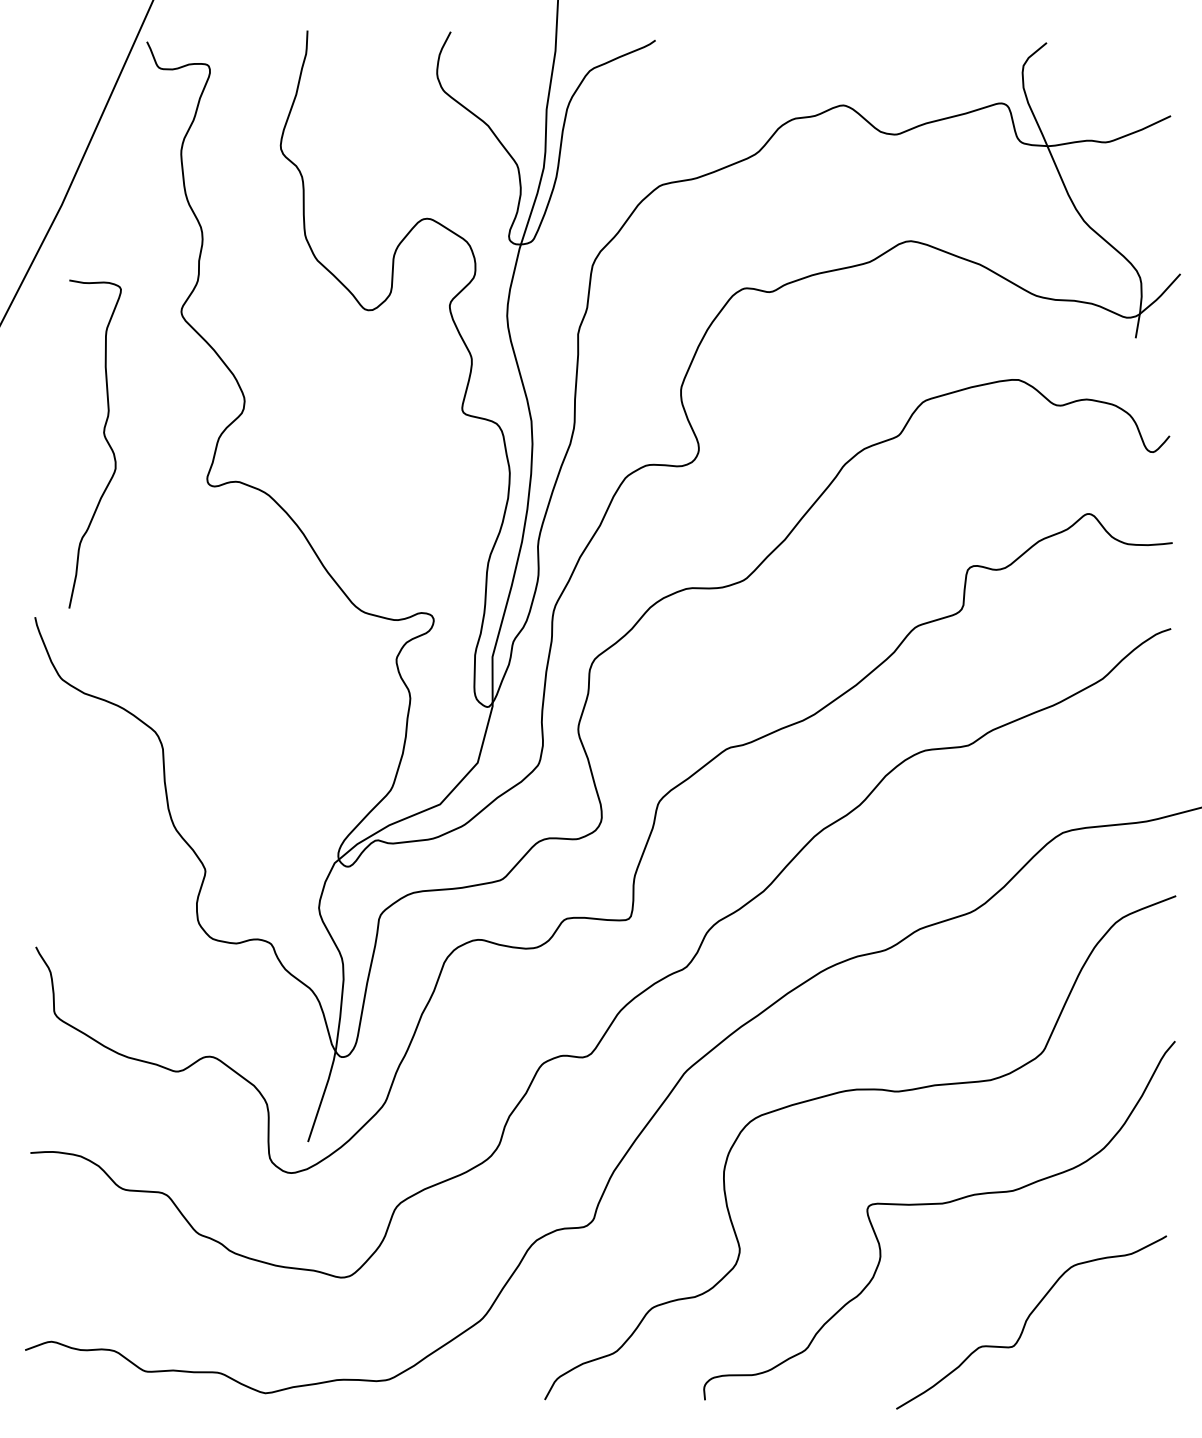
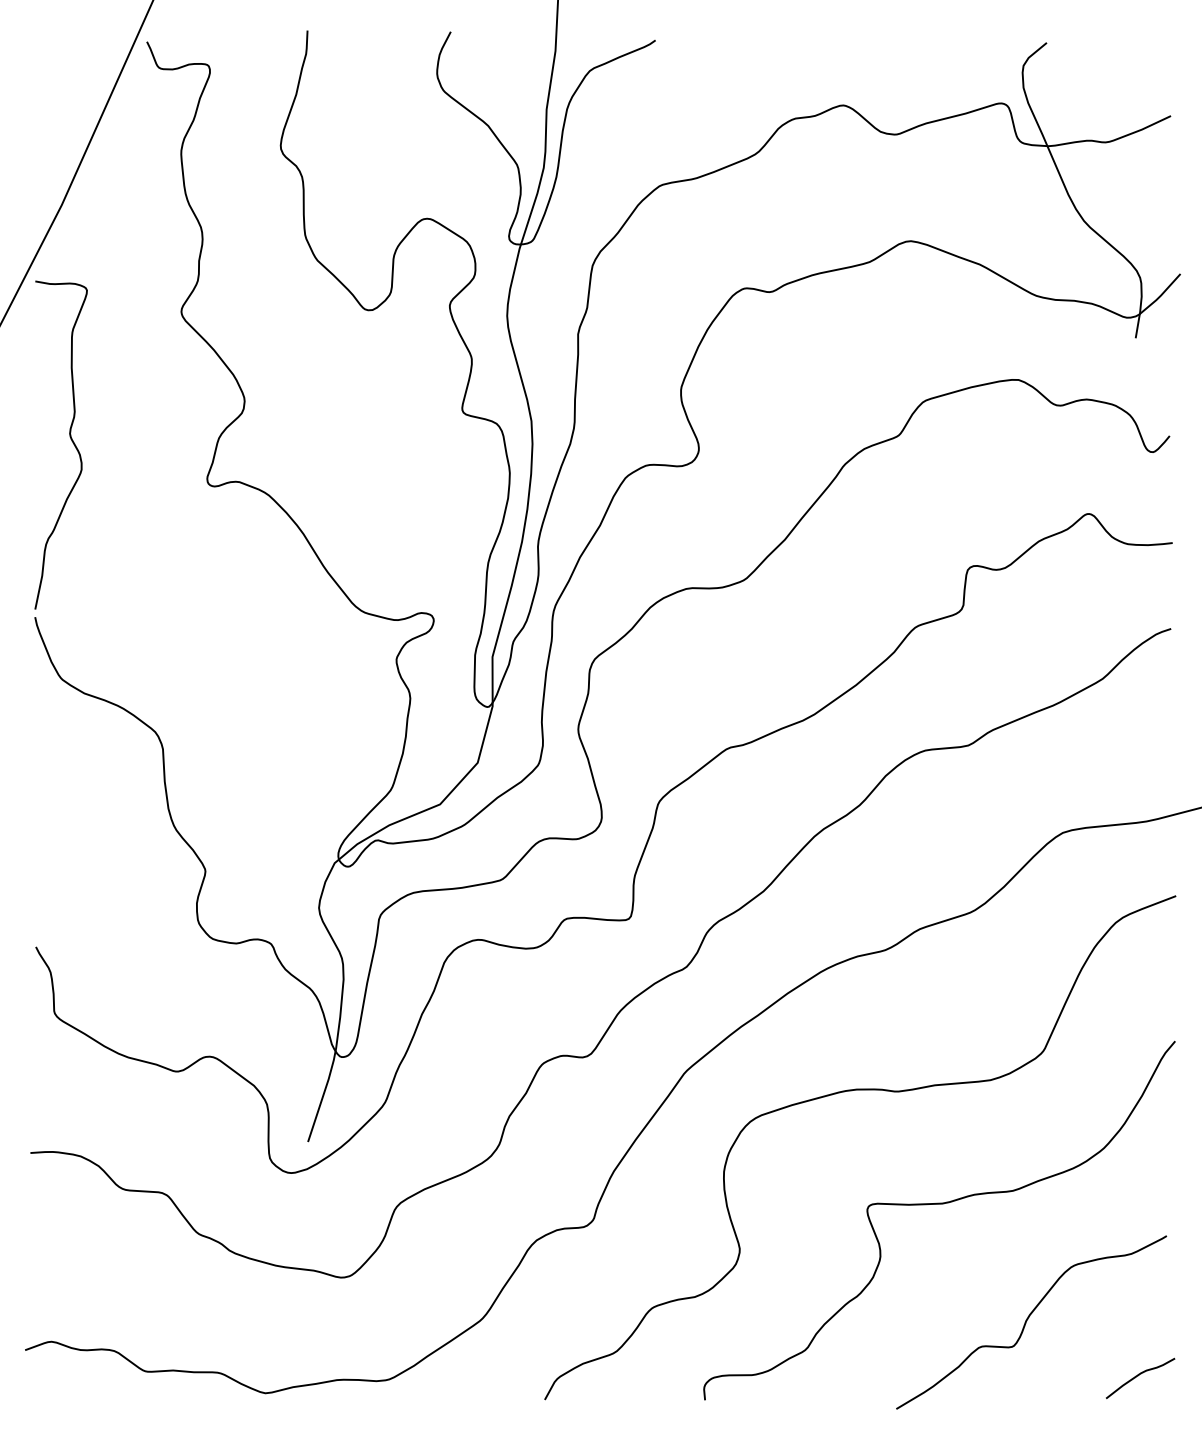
curve at (104, 438) position: (104, 438) -> (70, 439)
curve at (1138, 1376): none -> present
